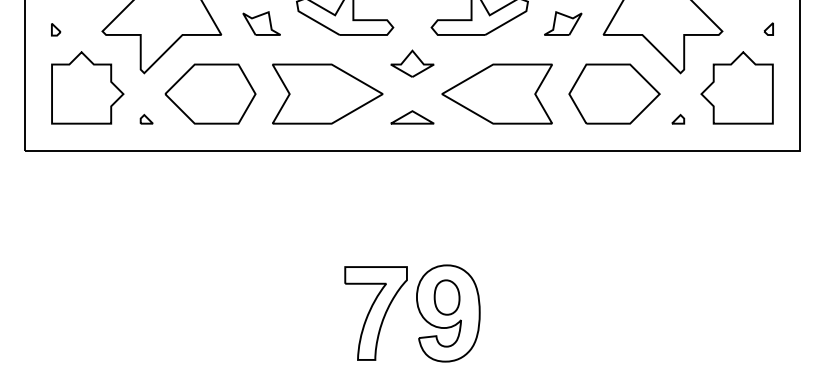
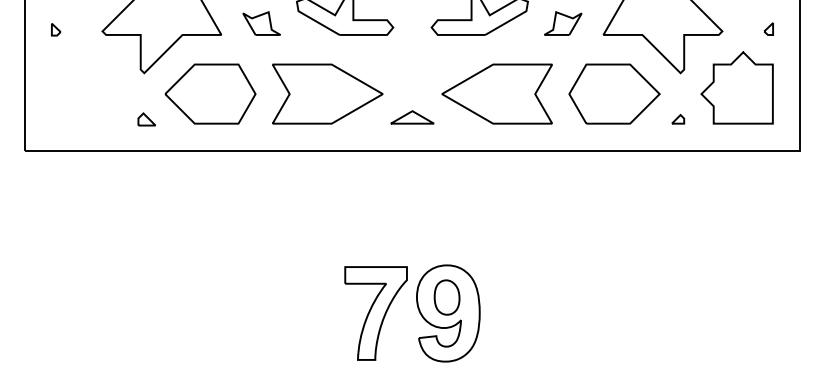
part at (412, 63): present -> none
part at (87, 87): present -> none
part at (146, 118) size: 15x12 px -> 19x15 px
